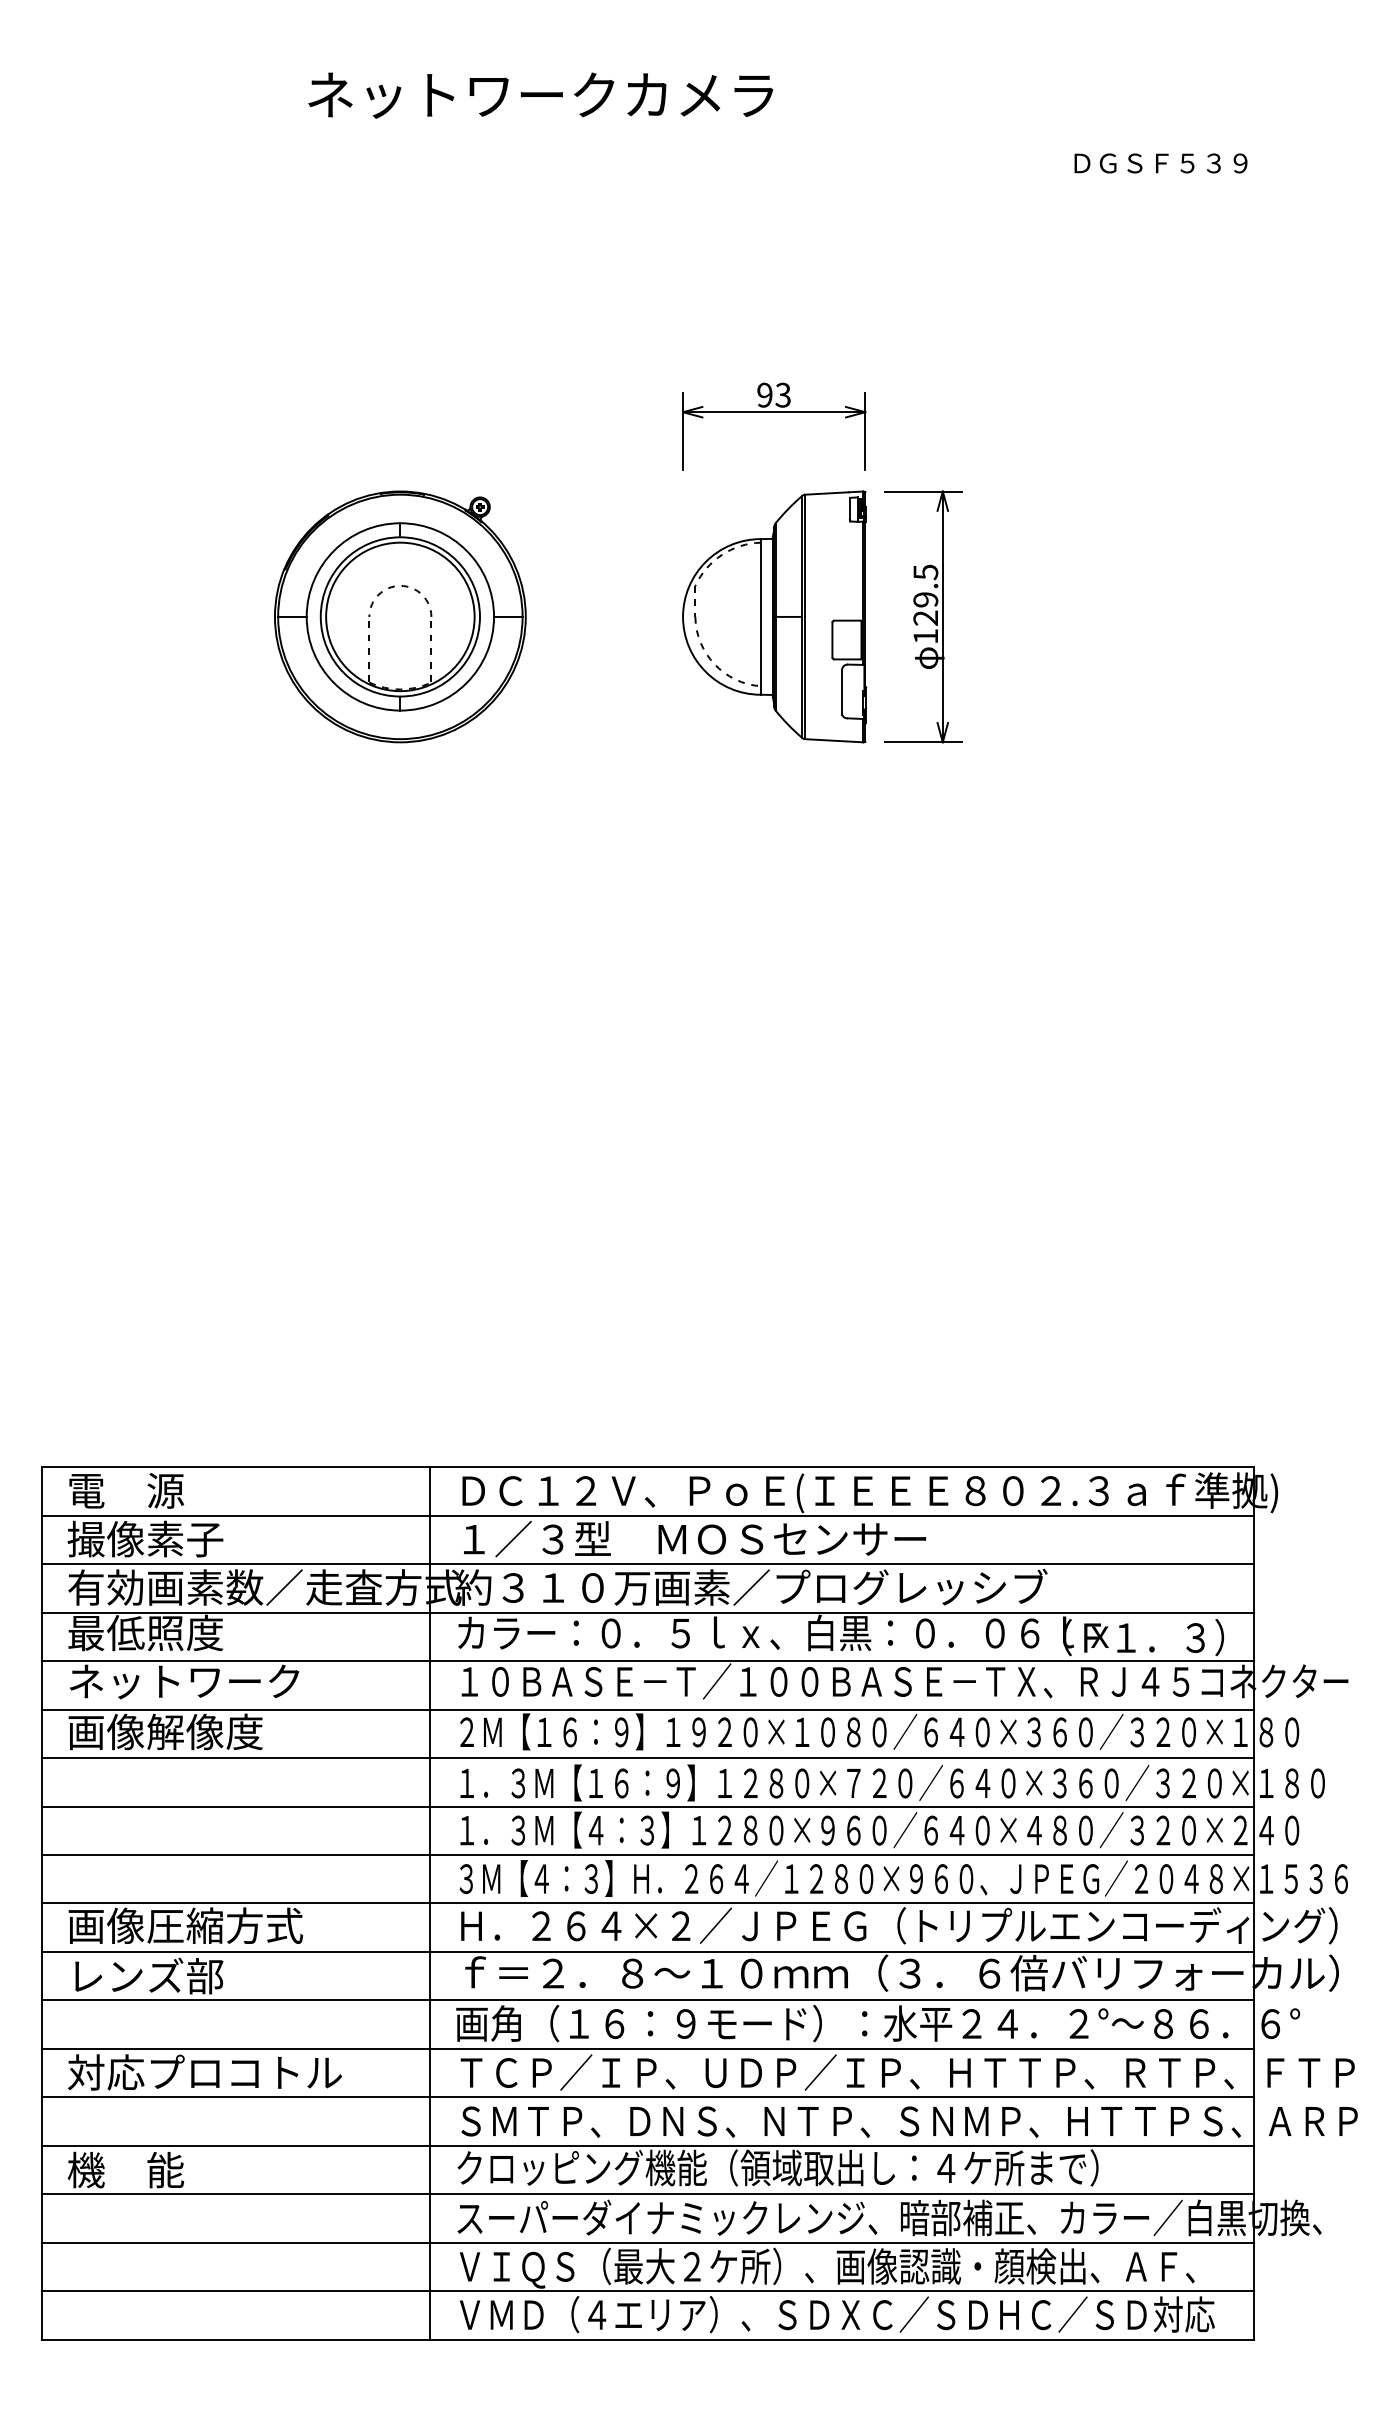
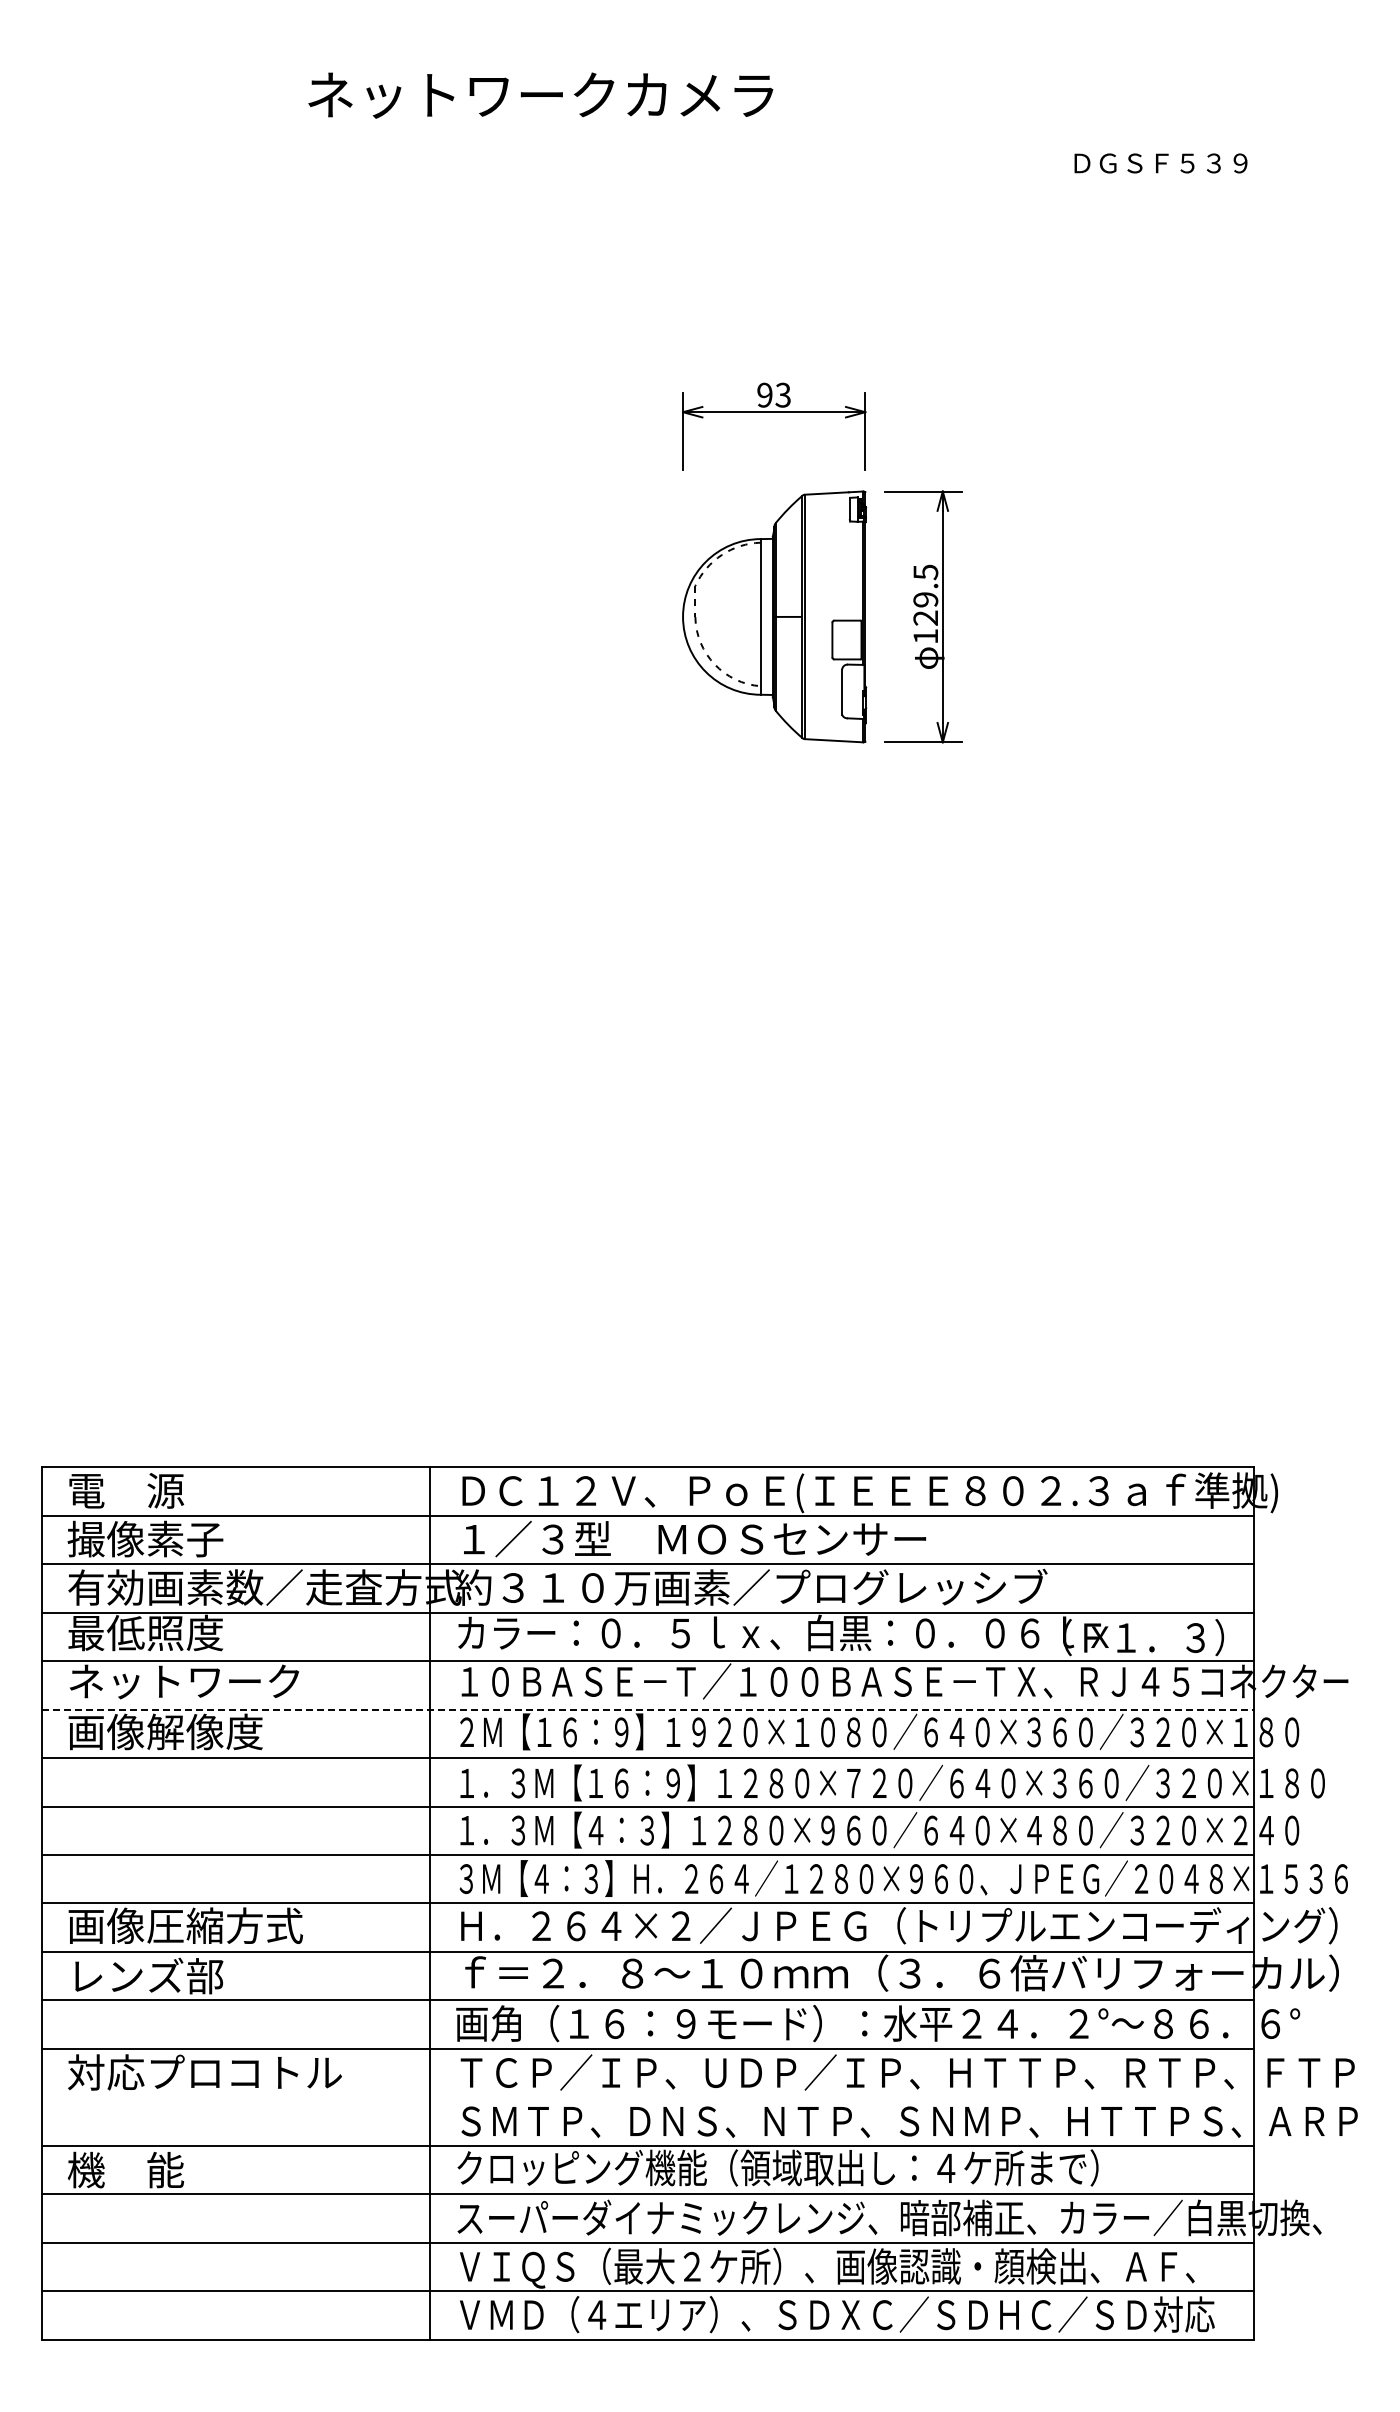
part at (400, 616): present -> none
line at (648, 1709): solid -> dashed
line at (647, 2097): present -> none
